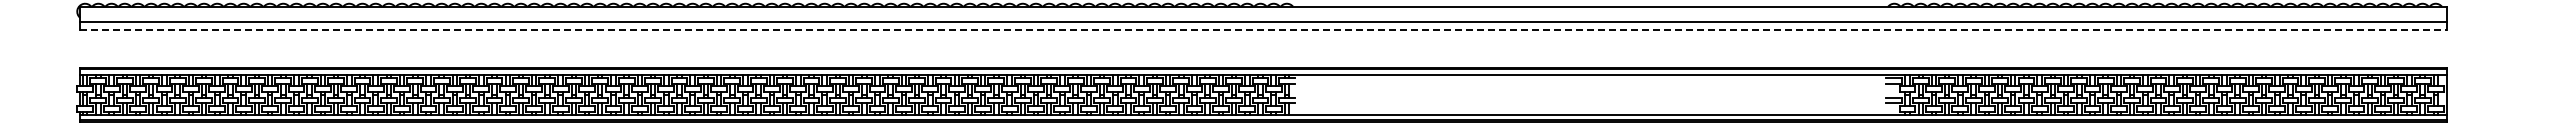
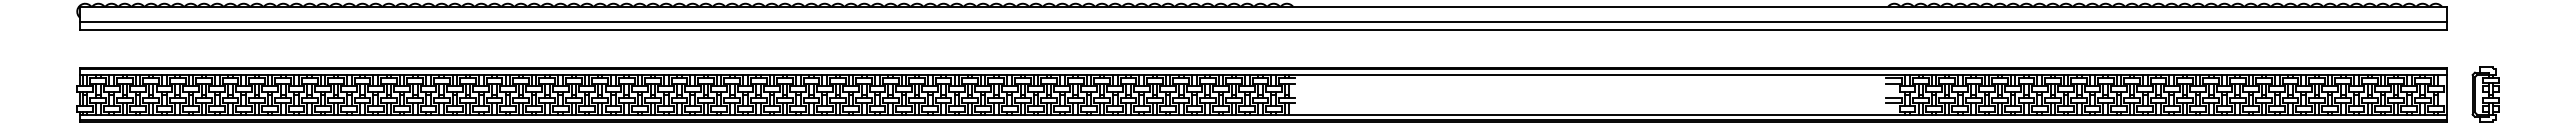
line at (1263, 29): dashed -> solid
part at (2485, 94): none -> present
